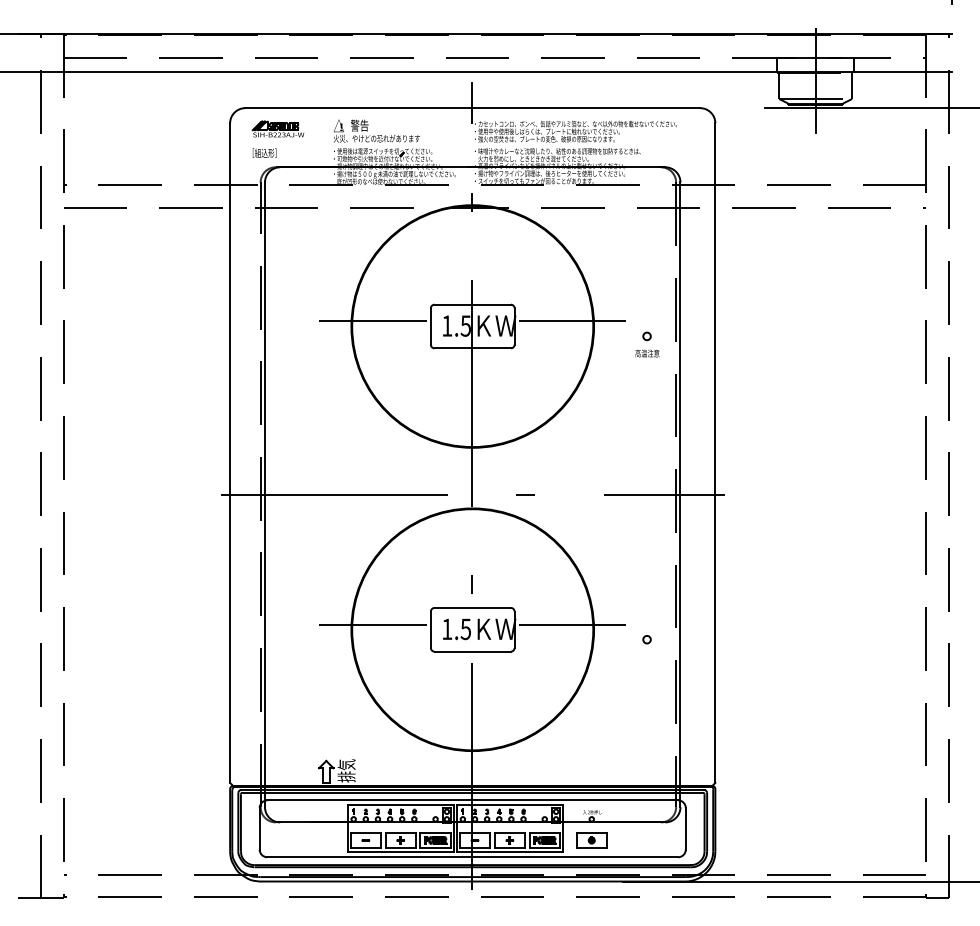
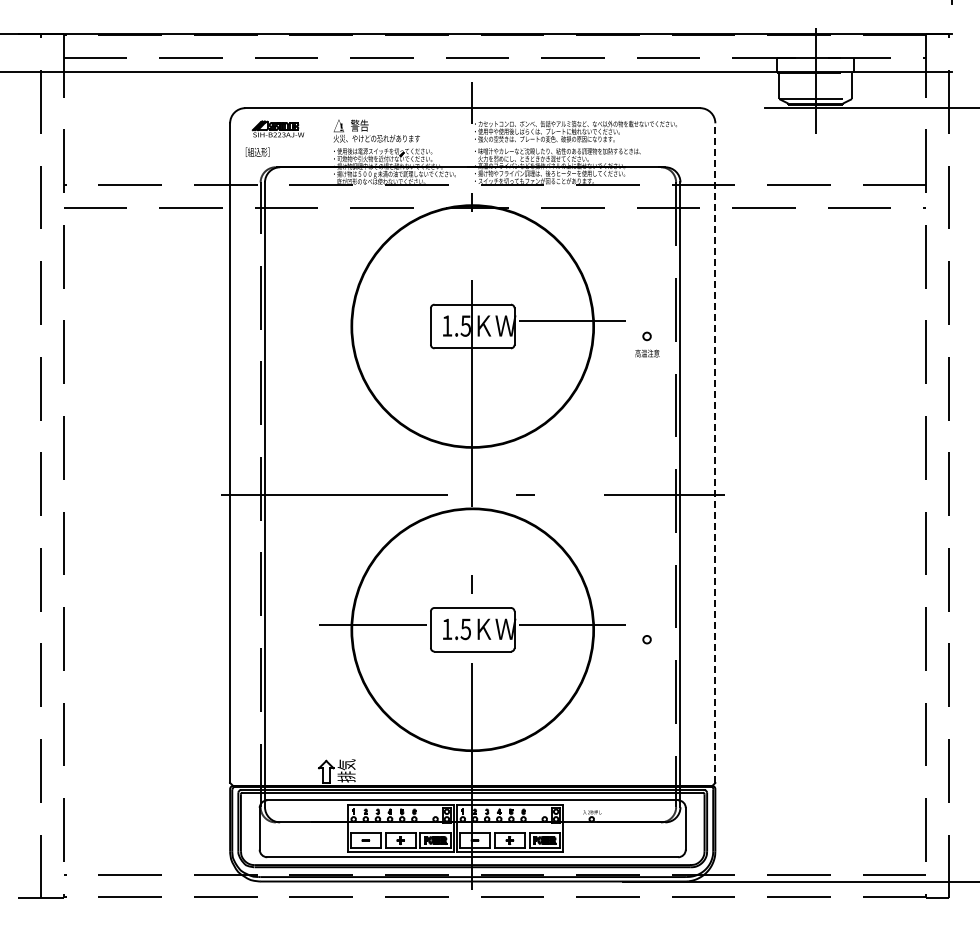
text at (264, 152) position: (264, 152) -> (257, 151)
line at (372, 321): present -> none
line at (715, 453): solid -> dashed
part at (591, 840): present -> none
